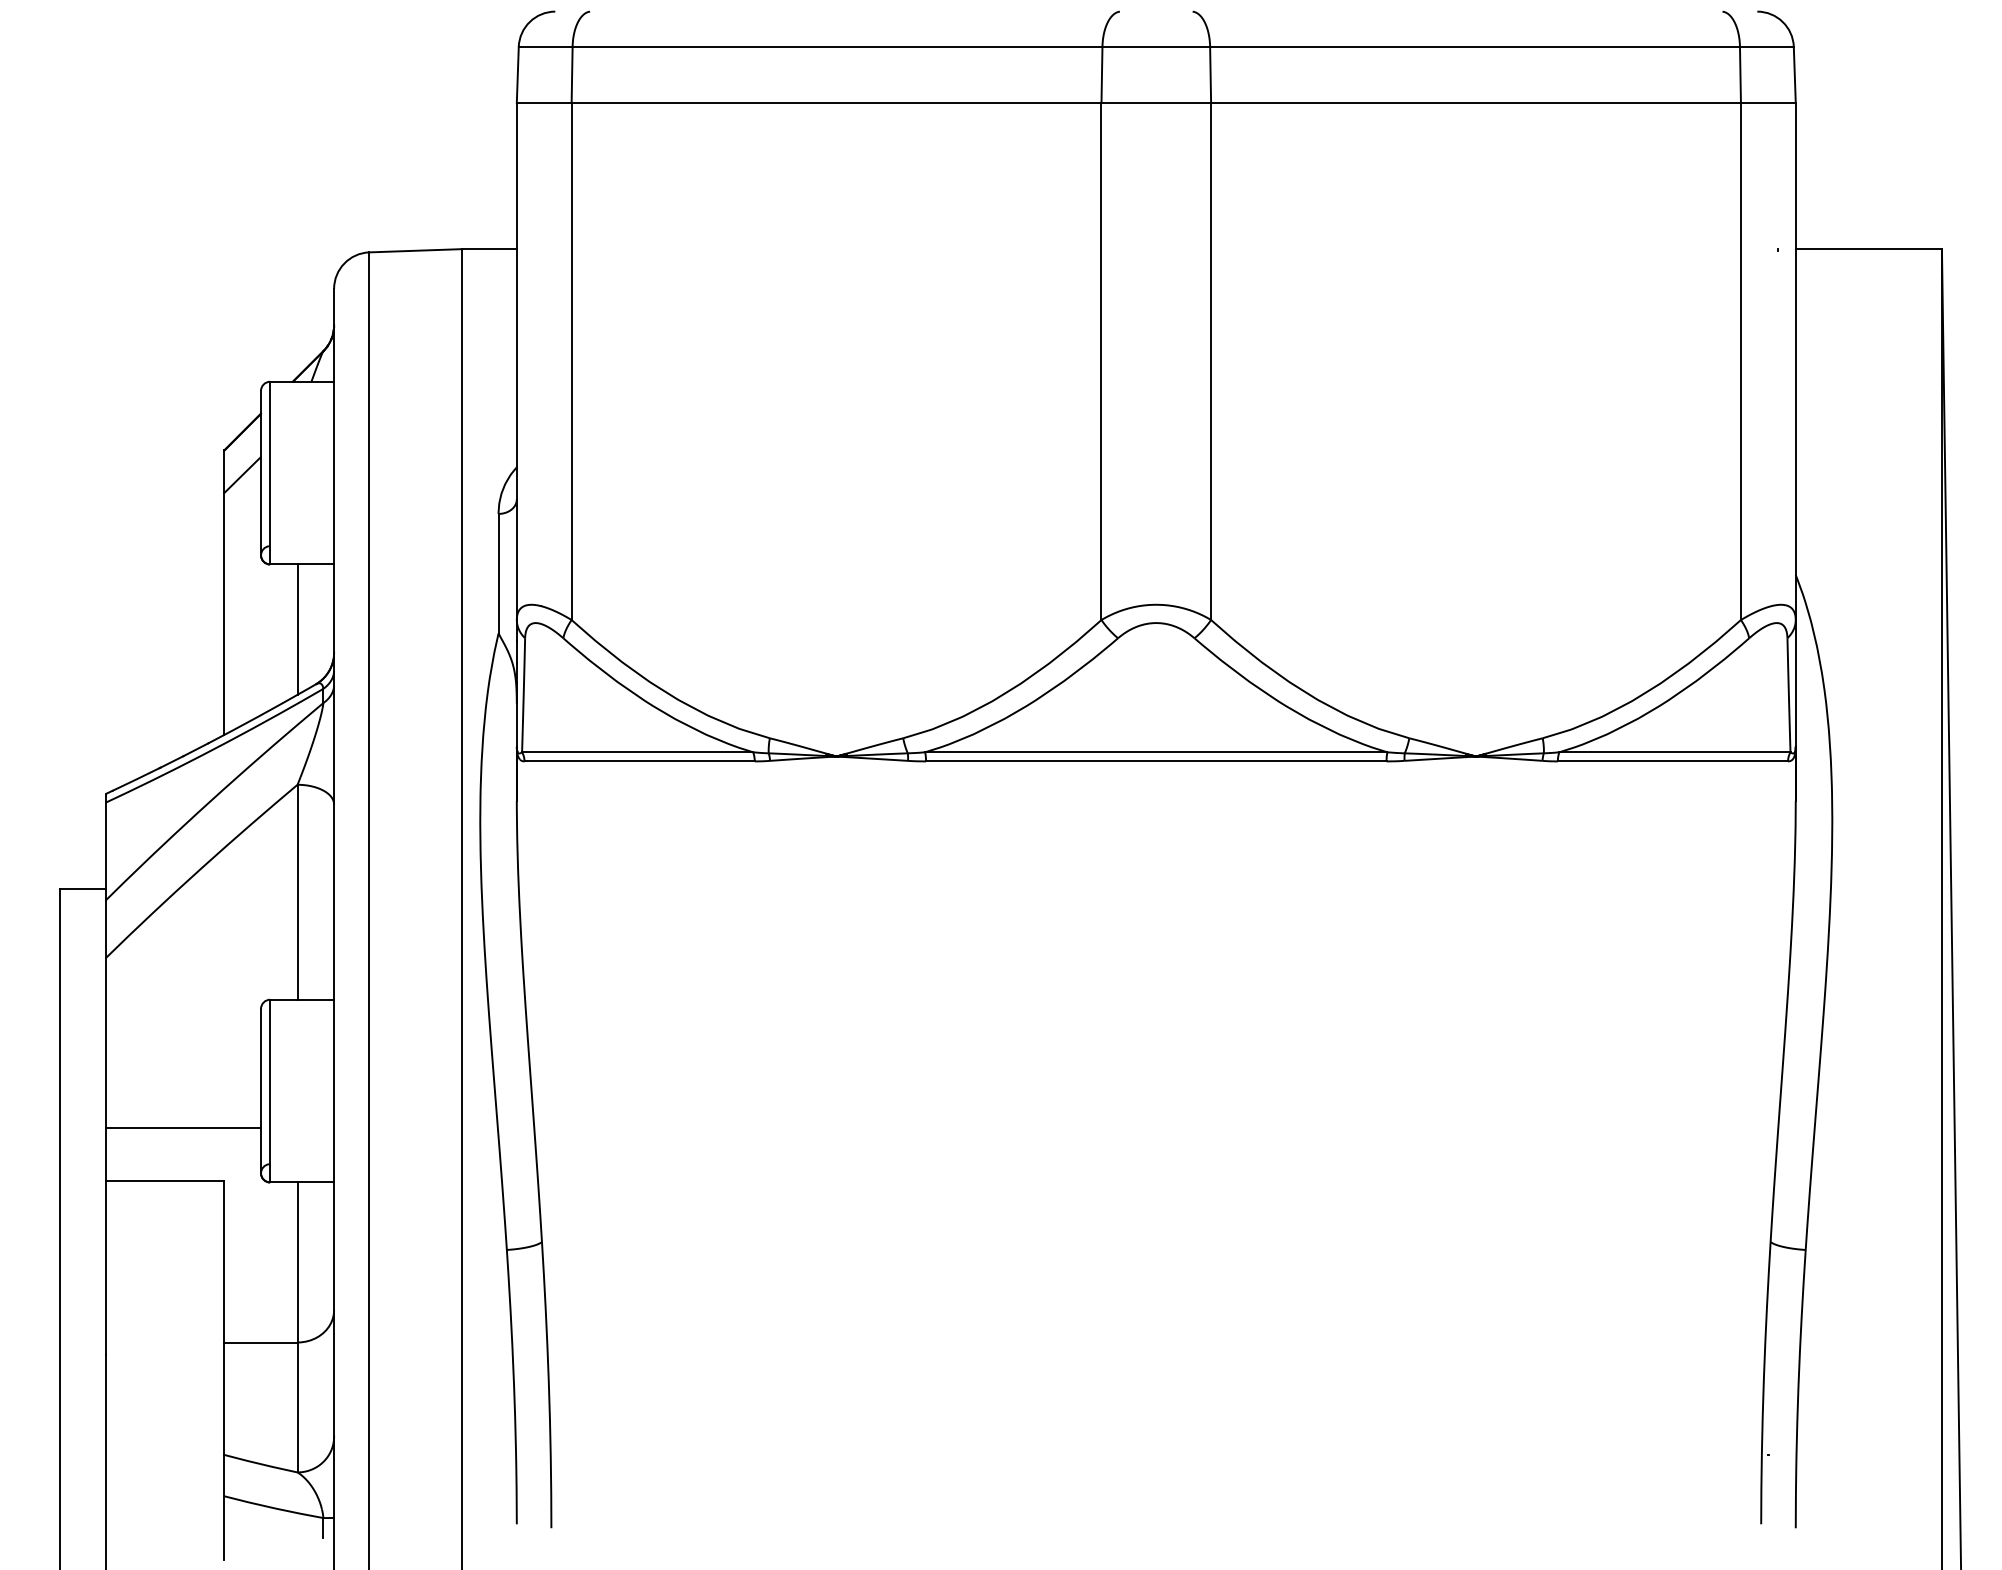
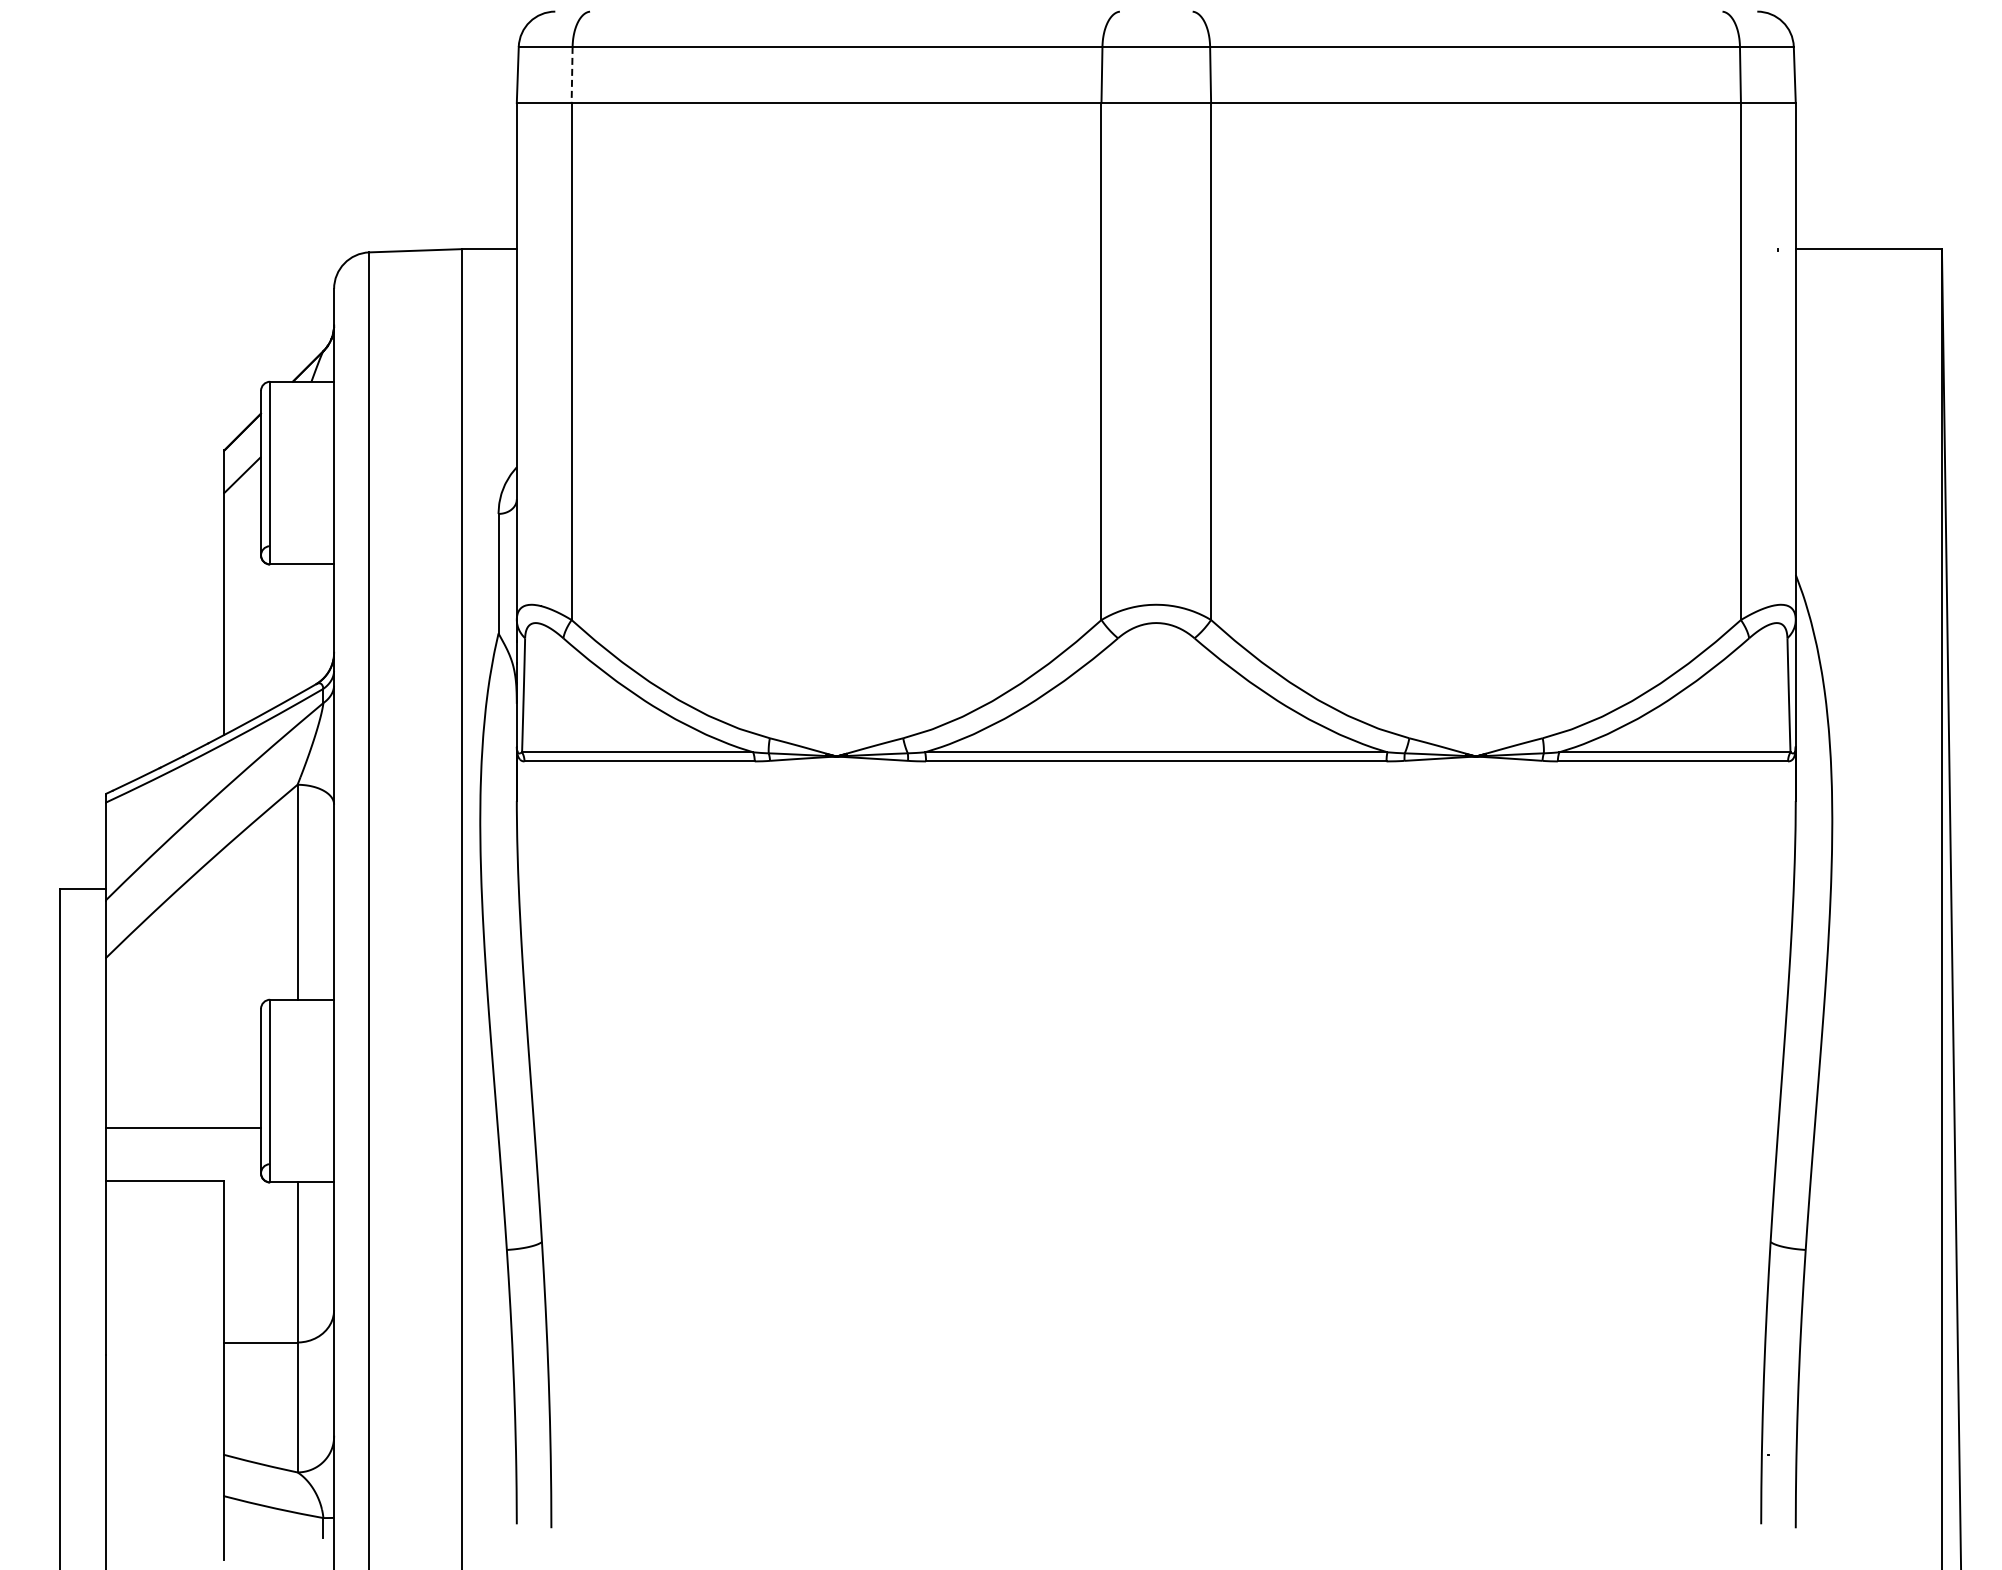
line at (572, 75): solid -> dashed
line at (297, 629): present -> none
